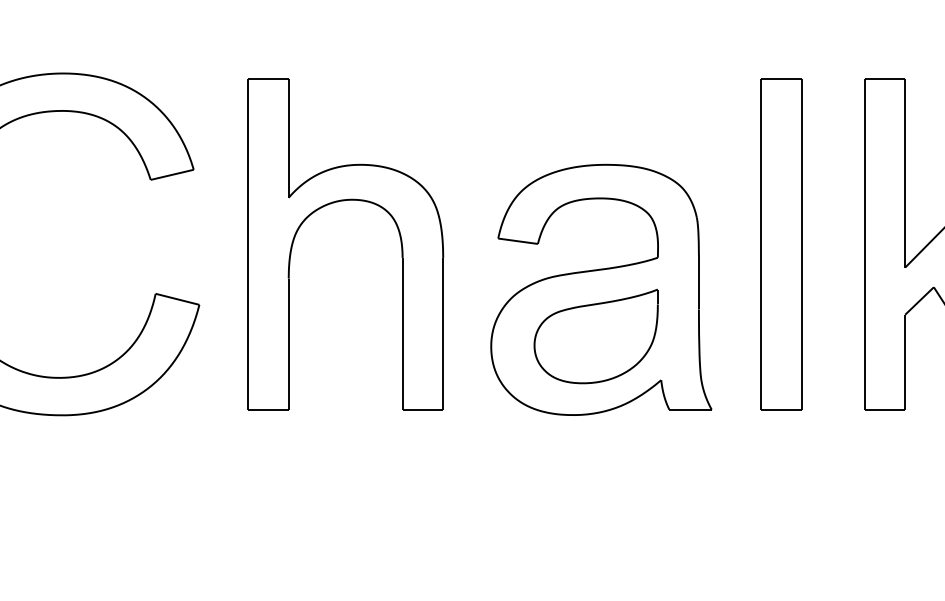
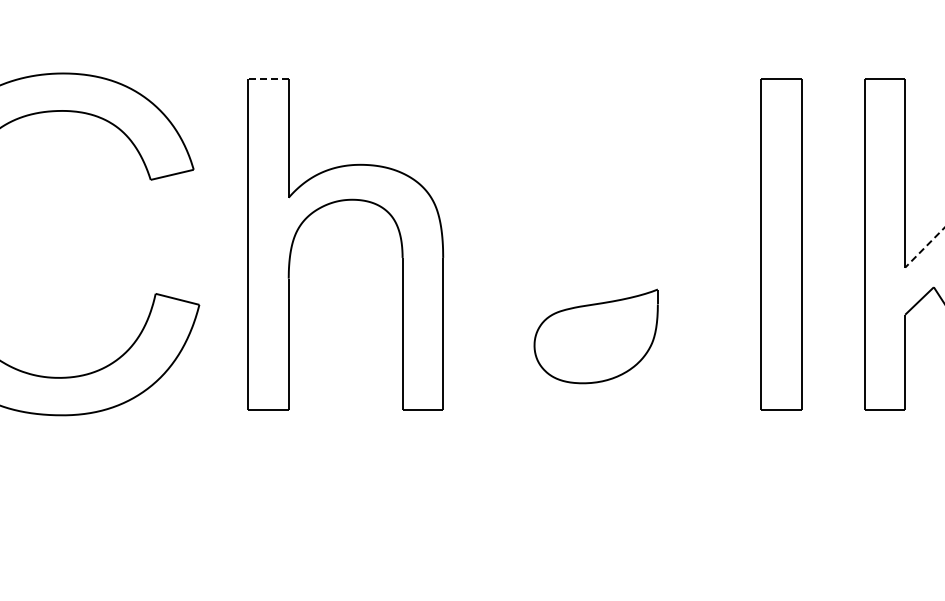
line at (267, 79): solid -> dashed
line at (924, 247): solid -> dashed
part at (601, 289): present -> none
